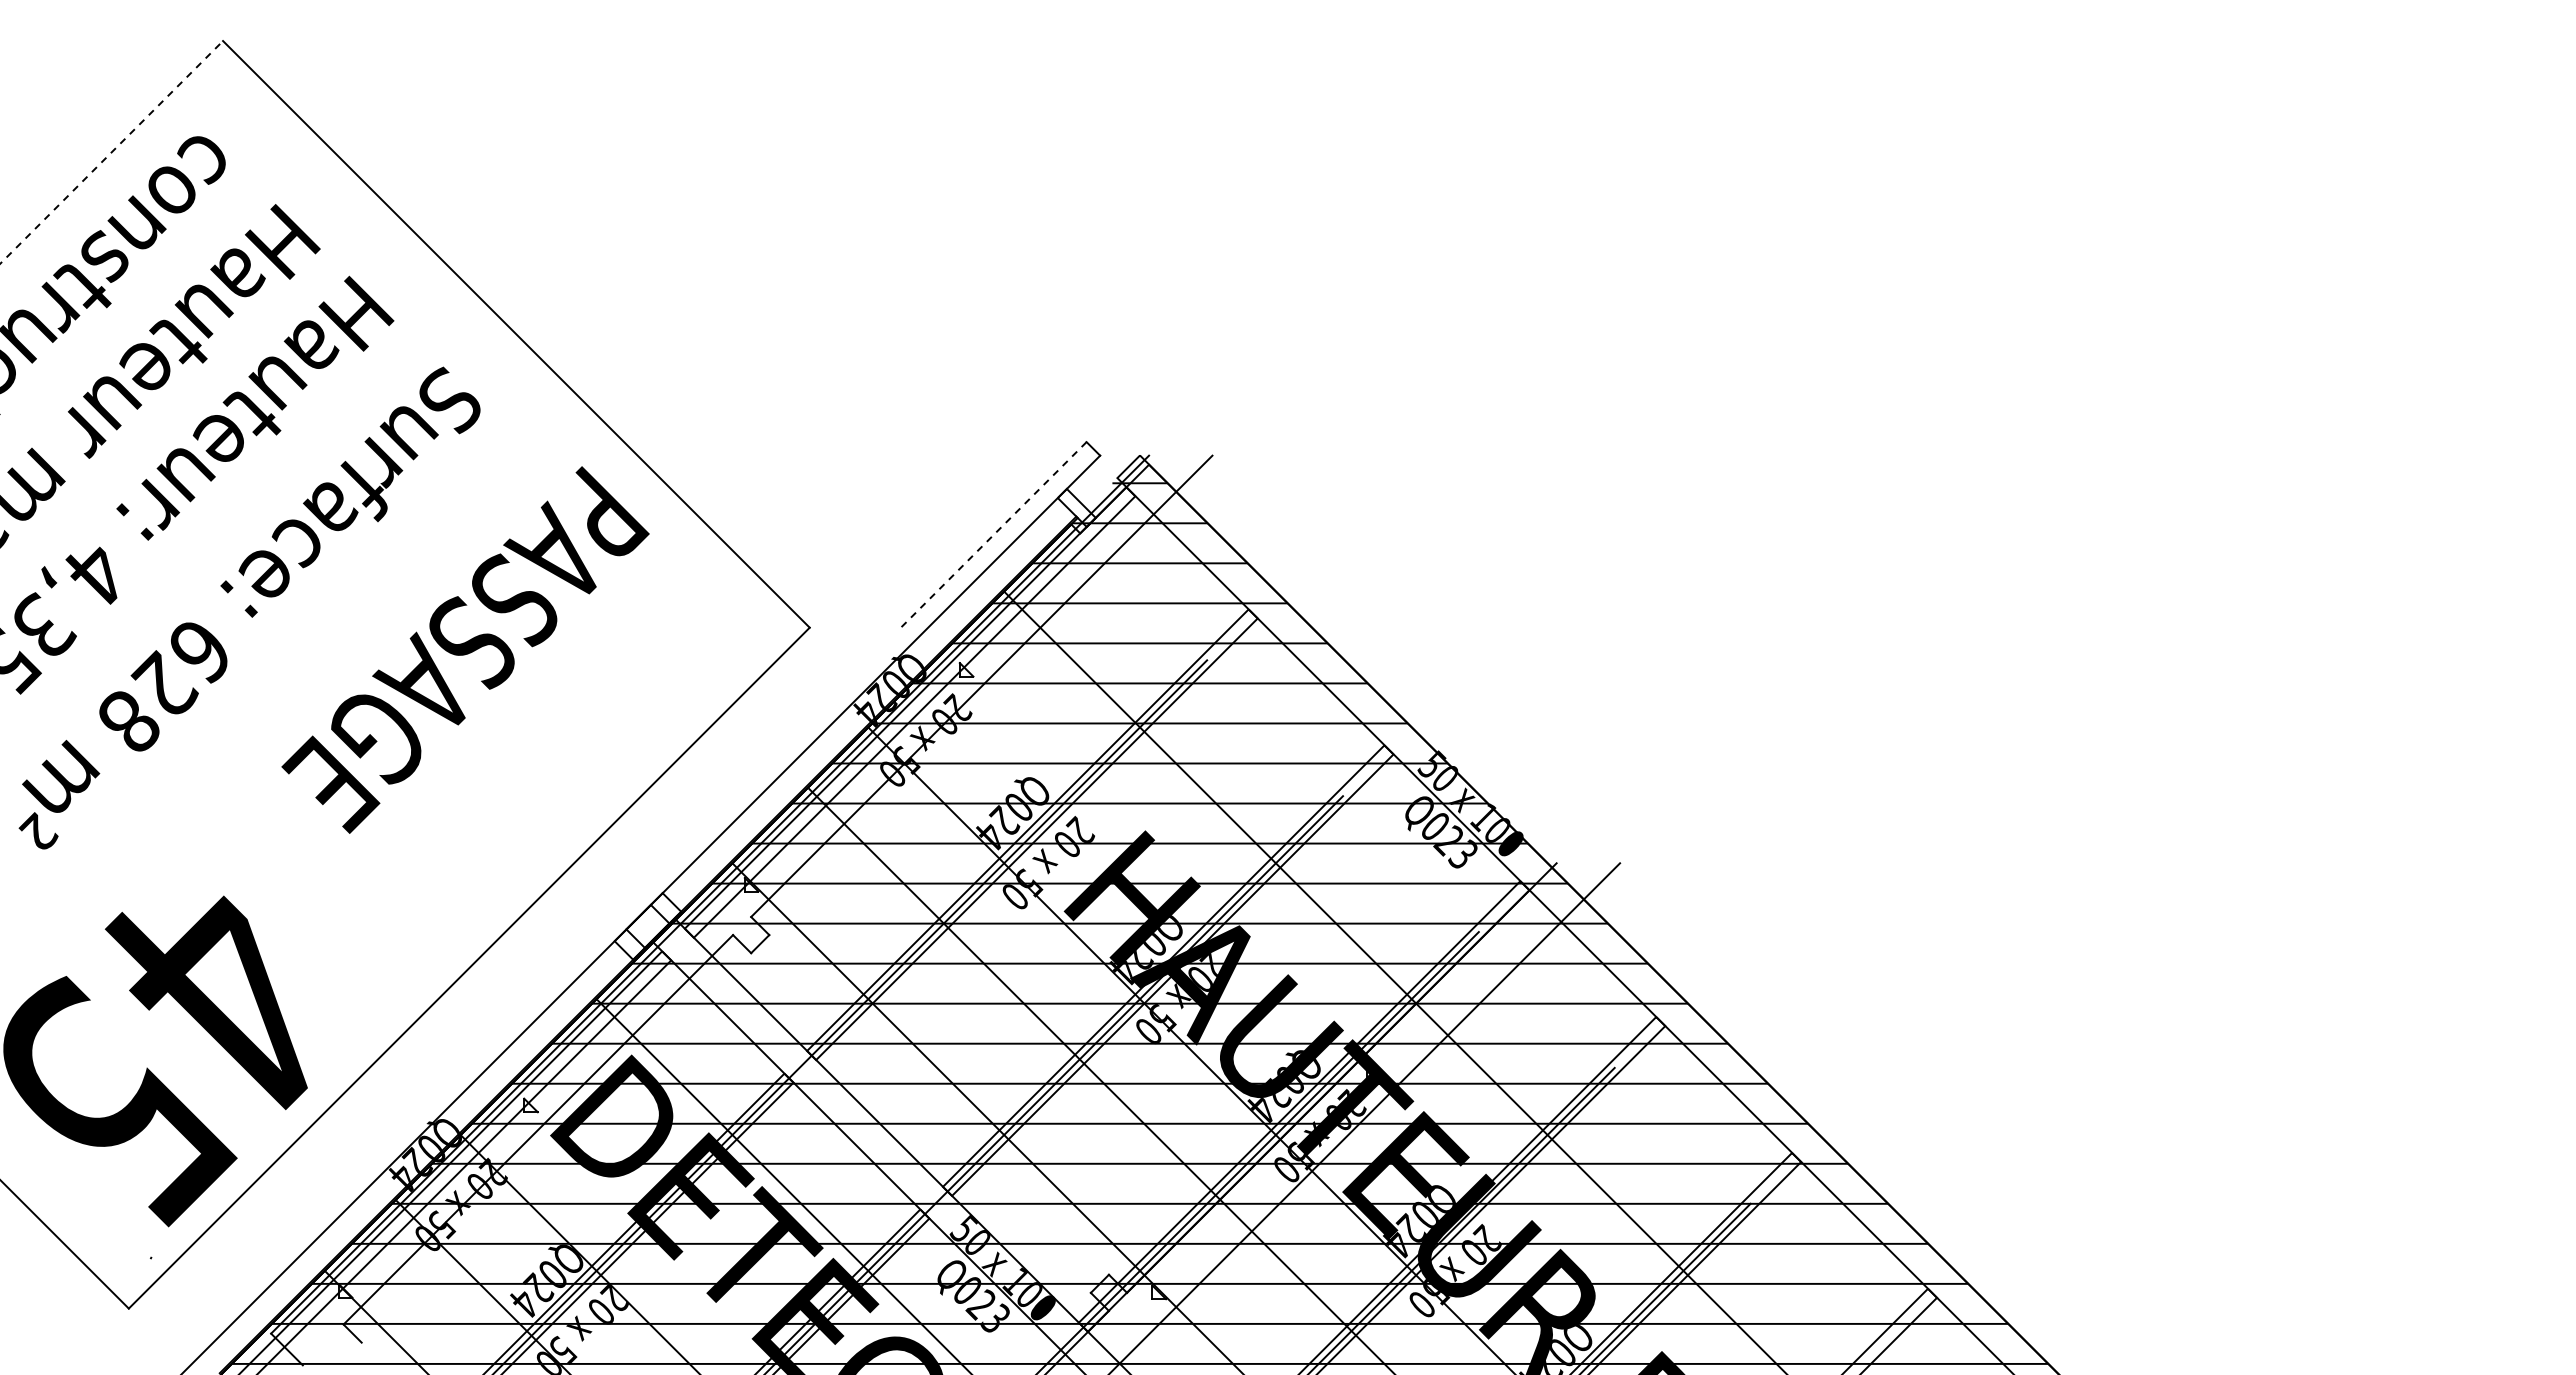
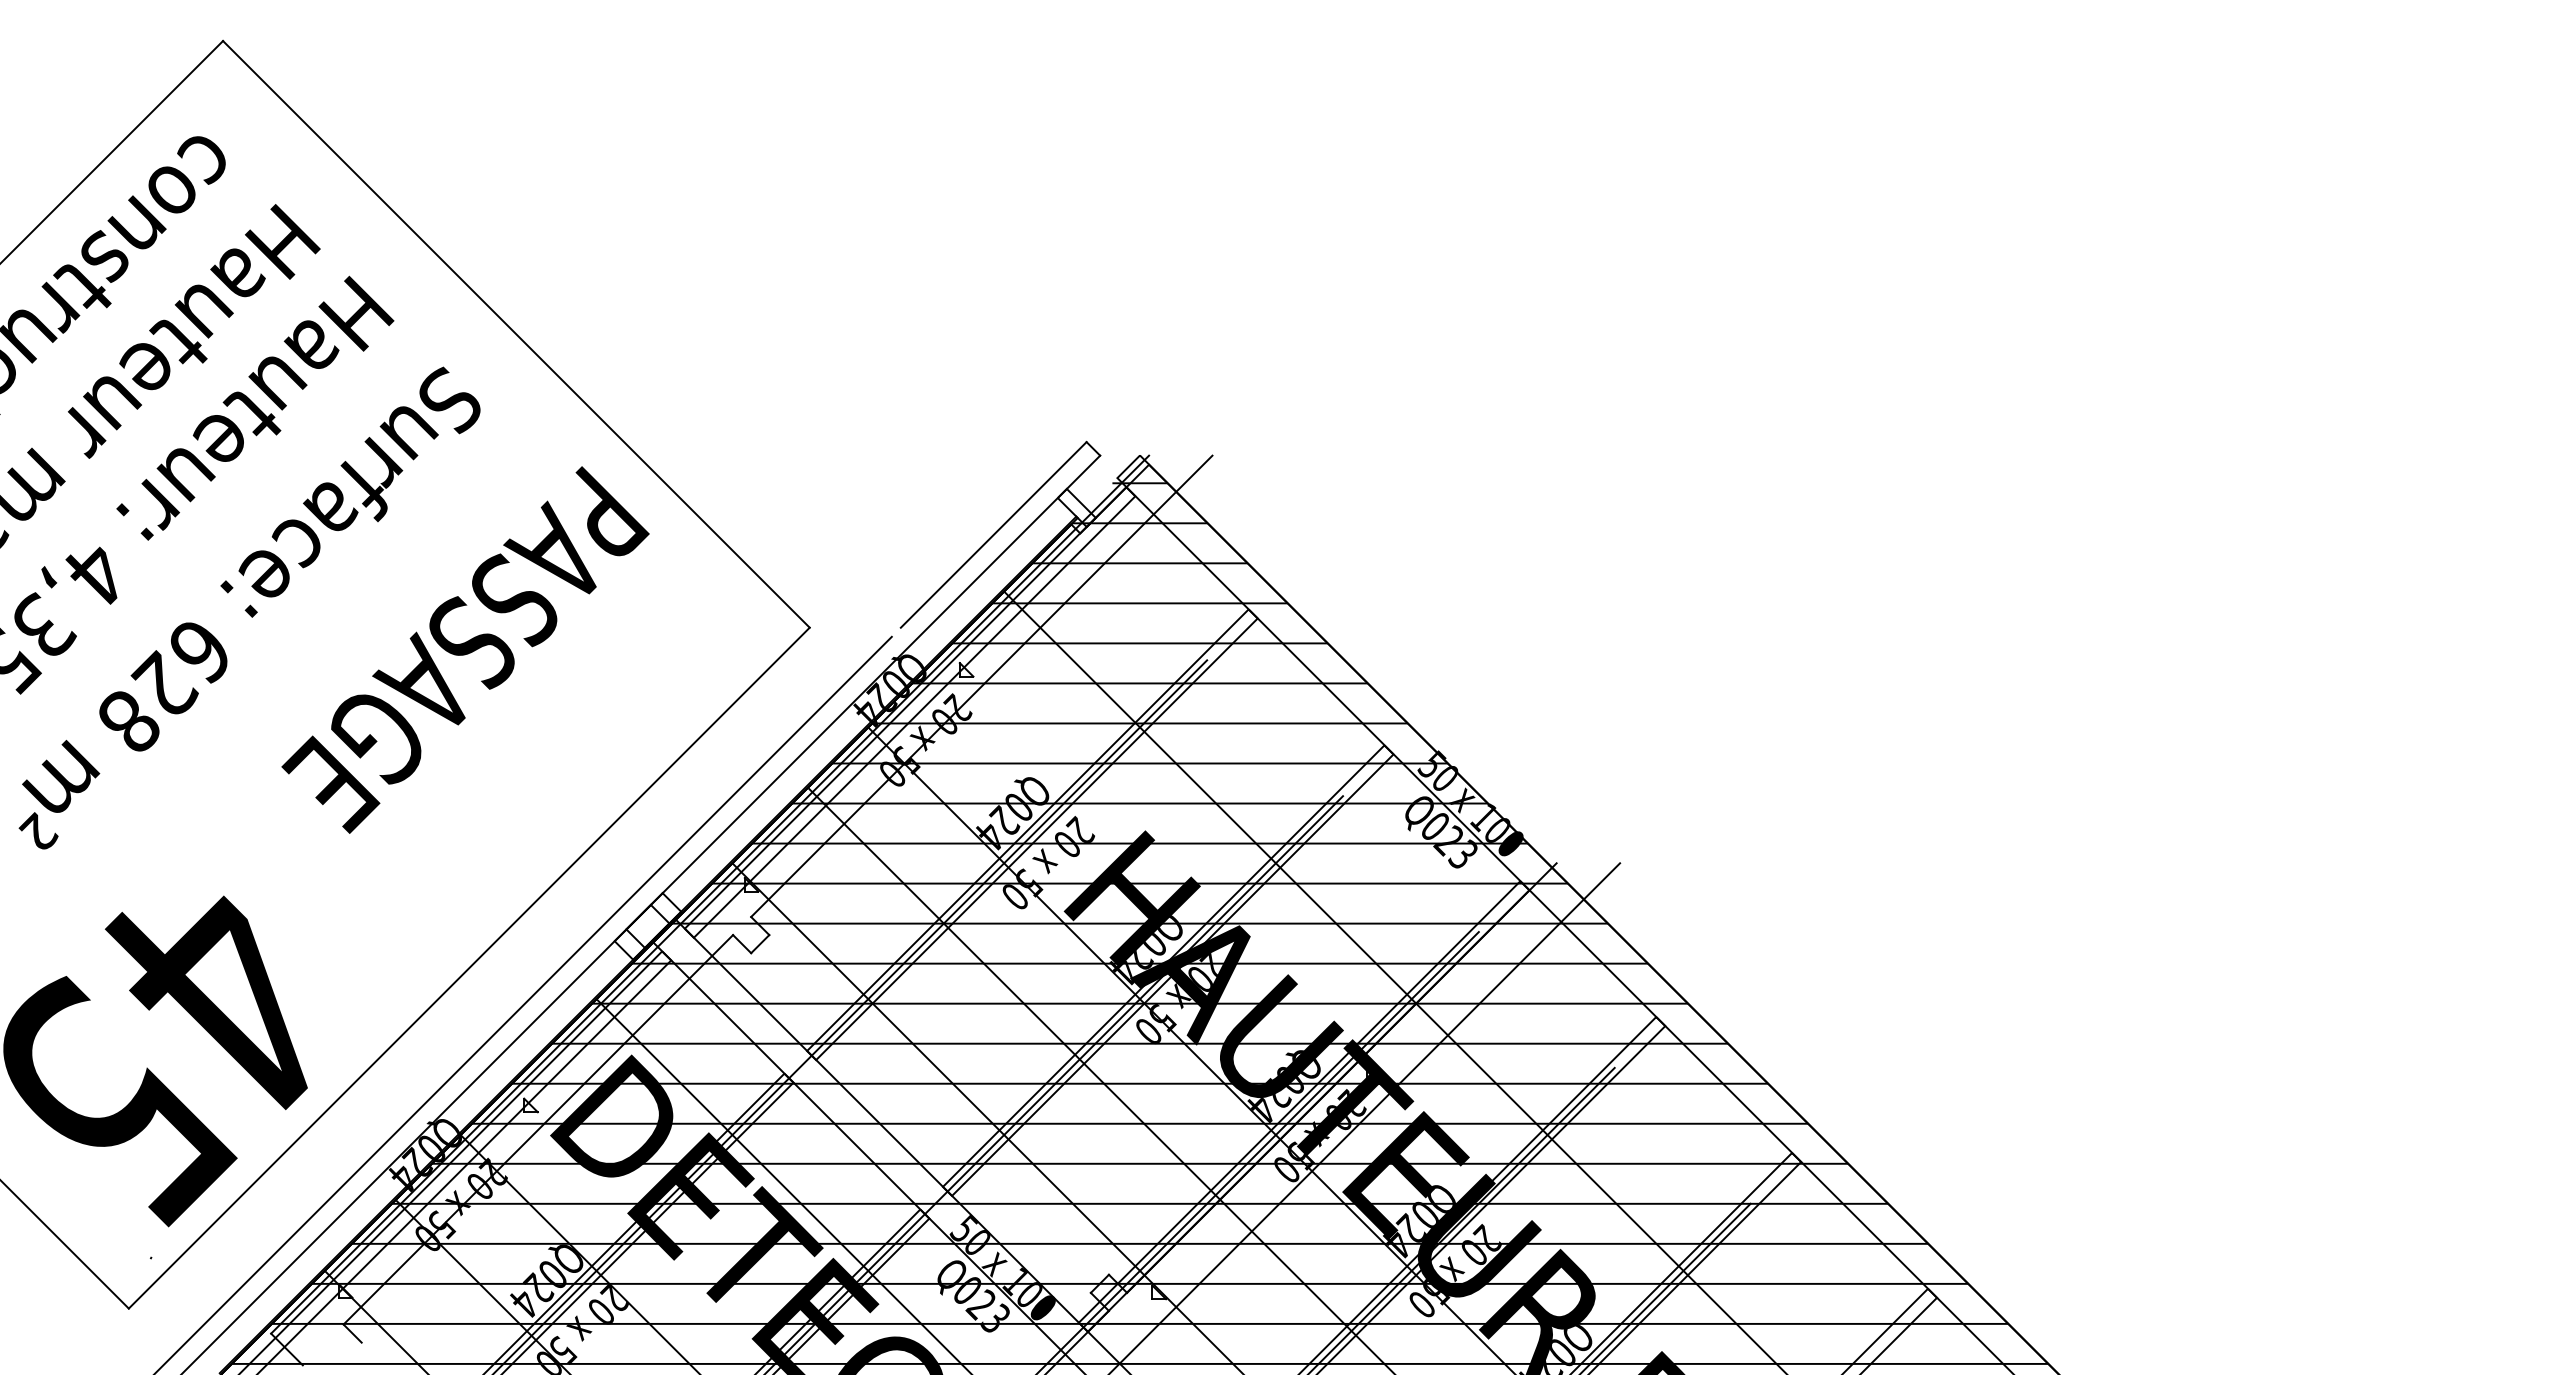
line at (112, 152): dashed -> solid
line at (993, 535): dashed -> solid
line at (523, 1003): none -> present
